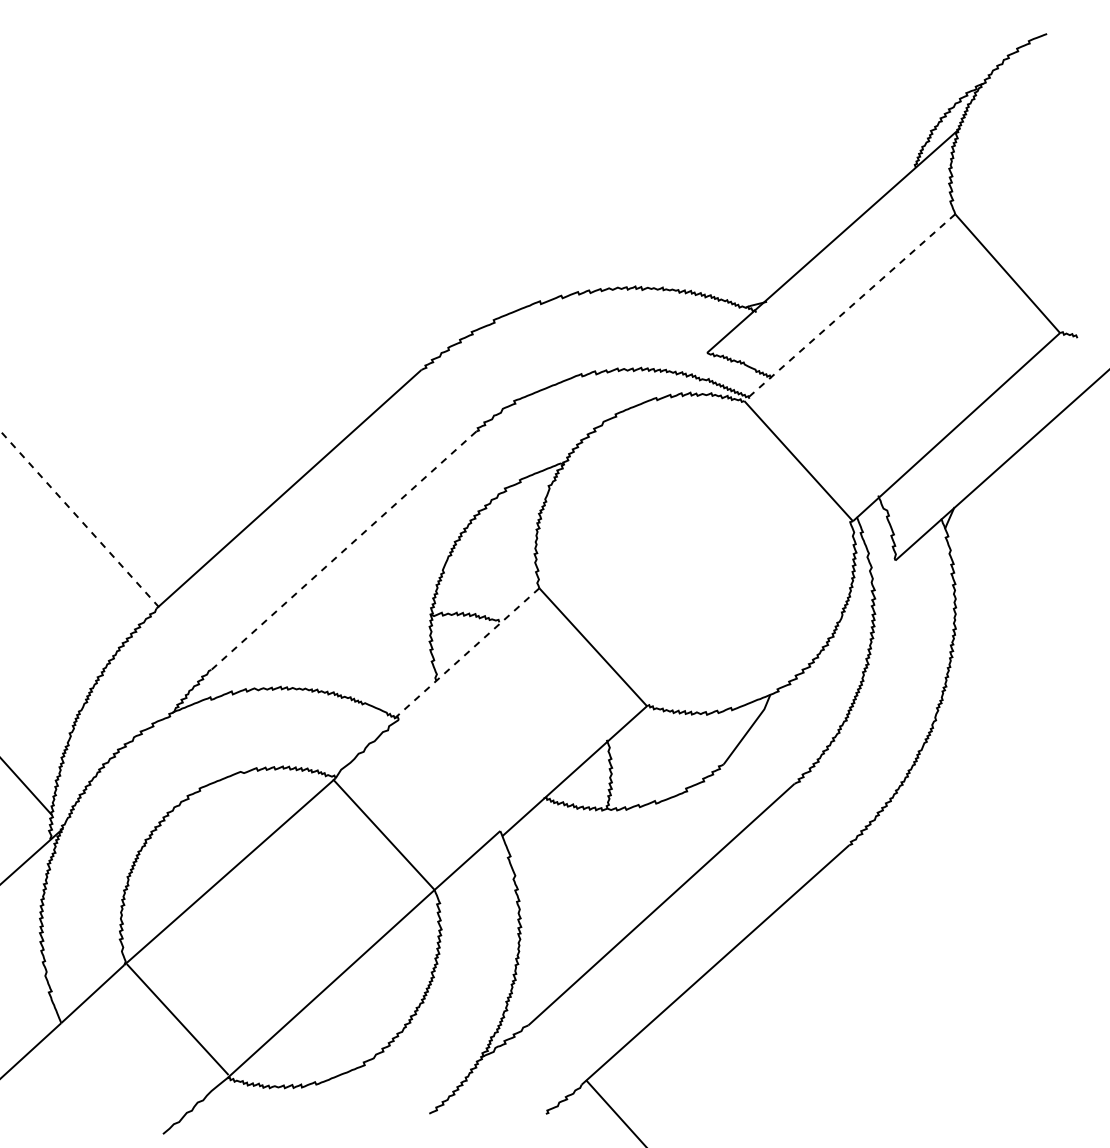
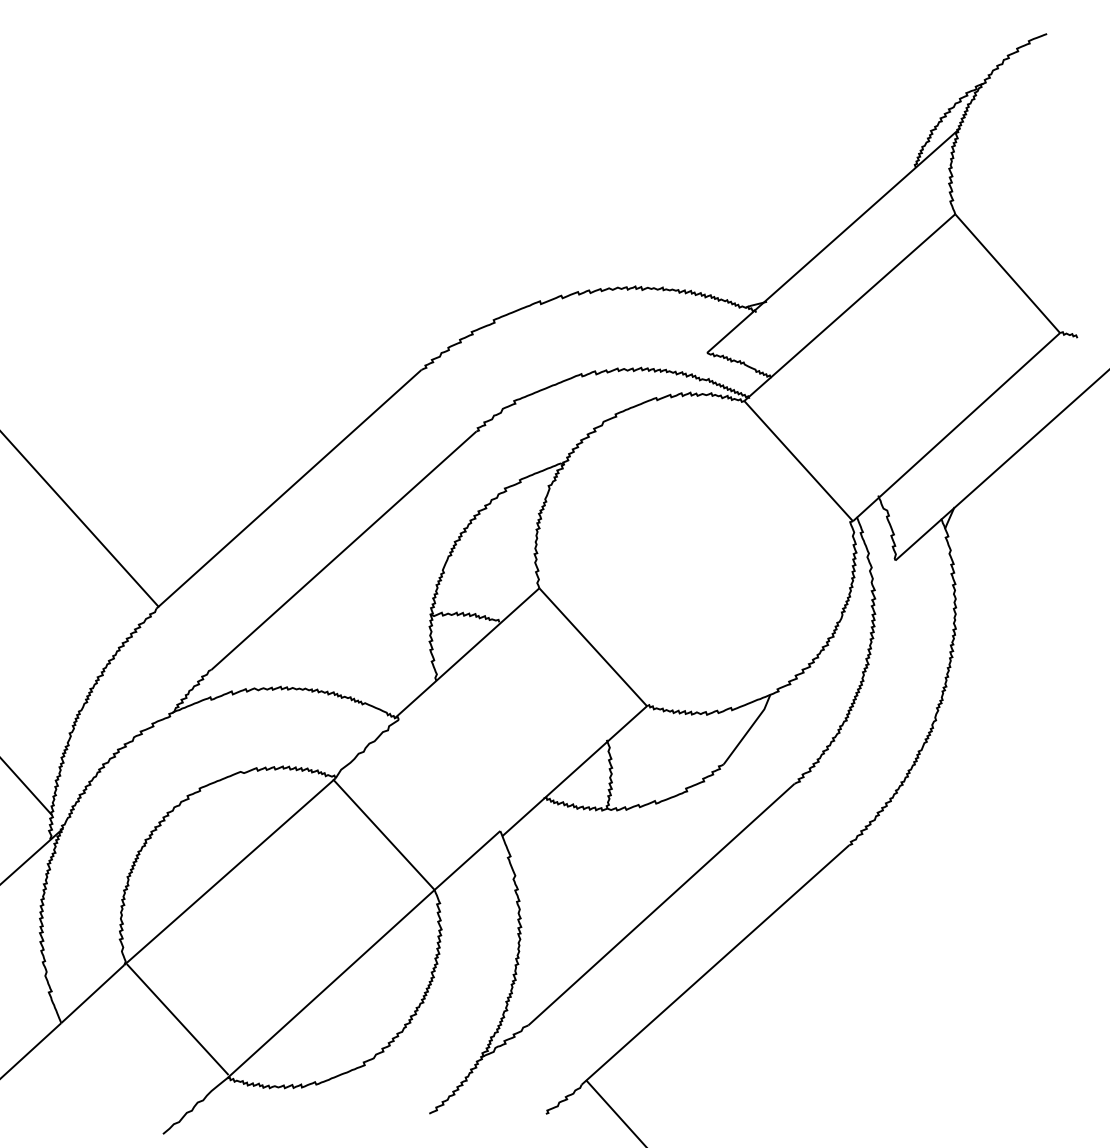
line at (849, 307): dashed -> solid
line at (79, 518): dashed -> solid
line at (343, 551): dashed -> solid
line at (466, 653): dashed -> solid
